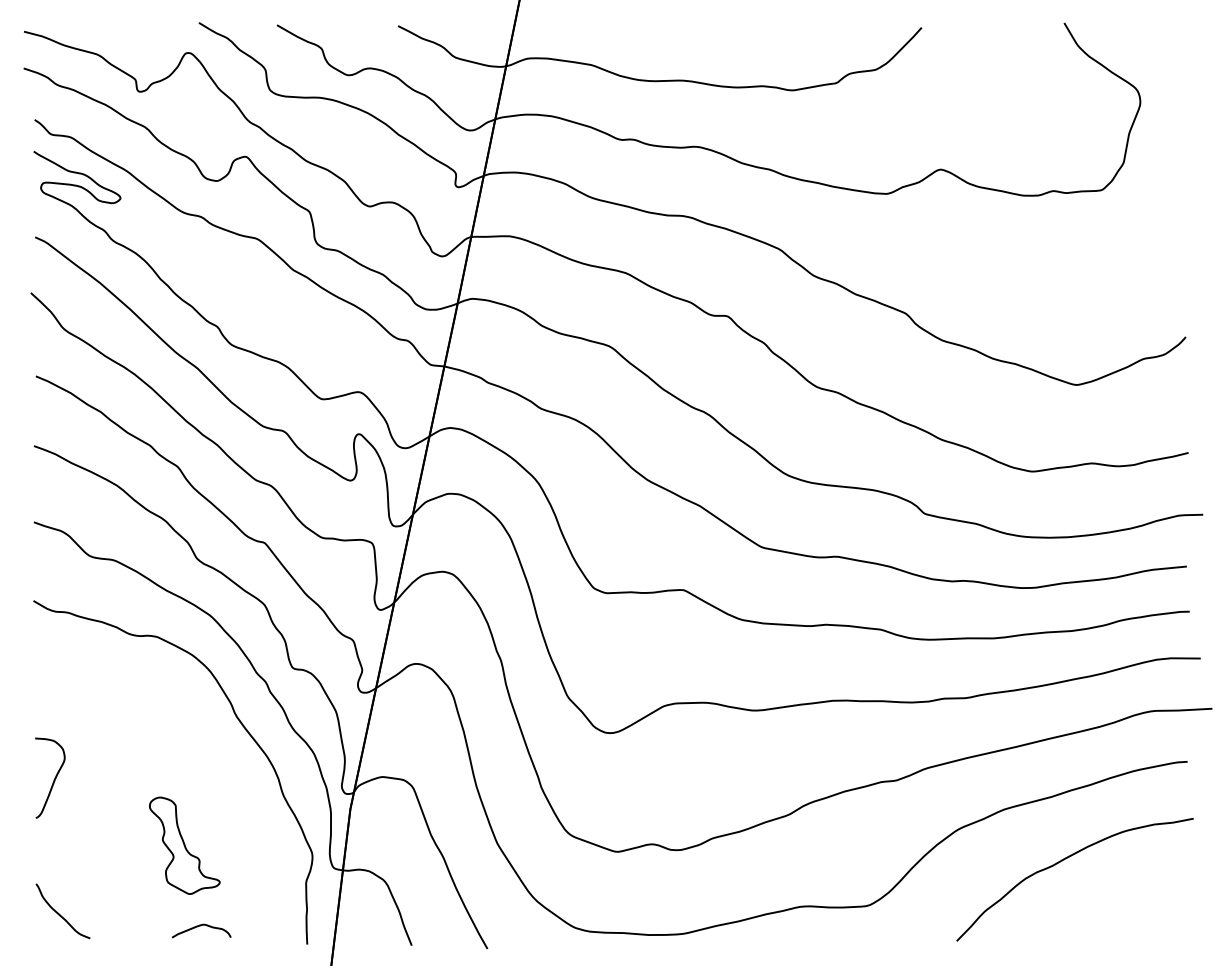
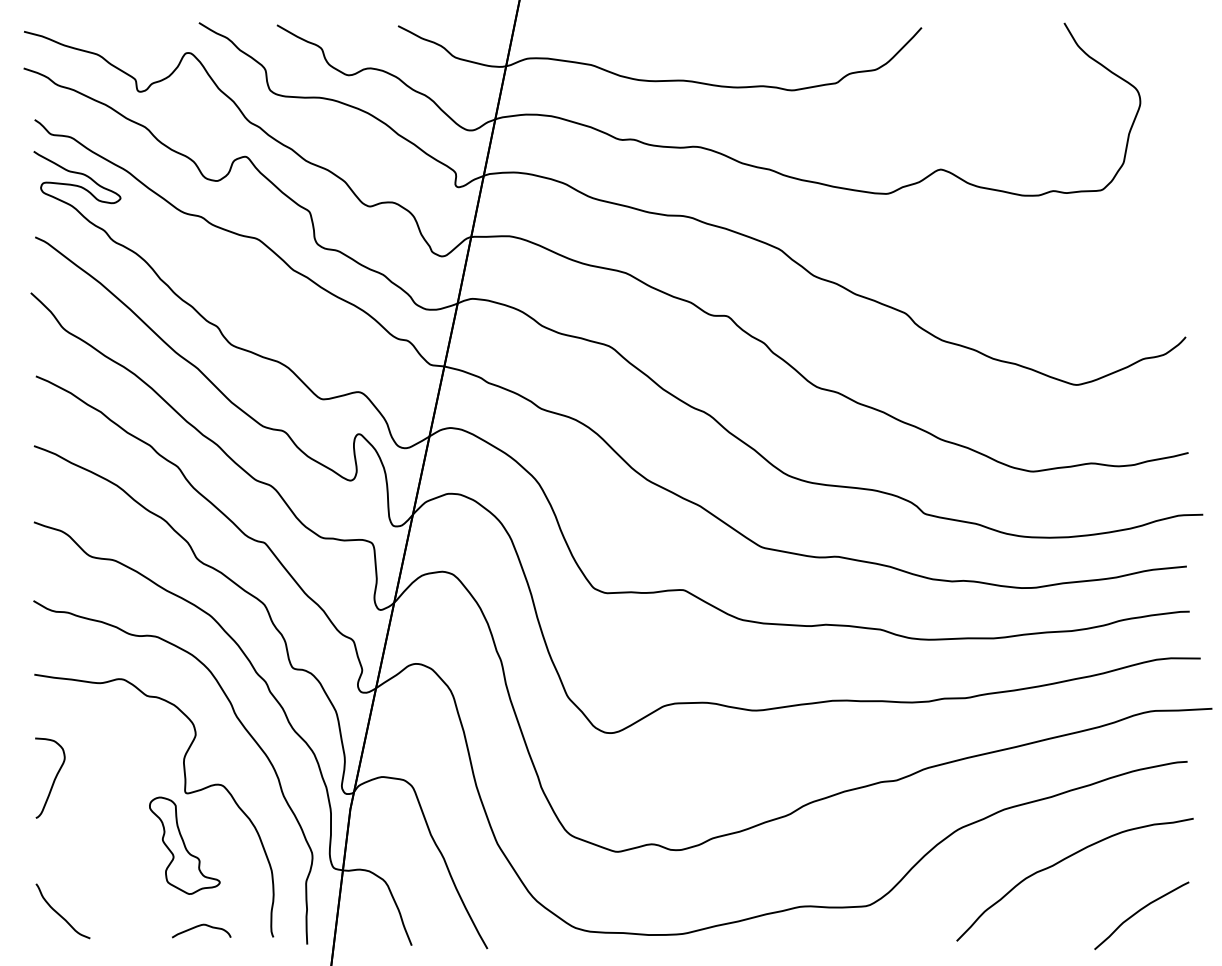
curve at (184, 792): none -> present
curve at (1140, 911): none -> present
